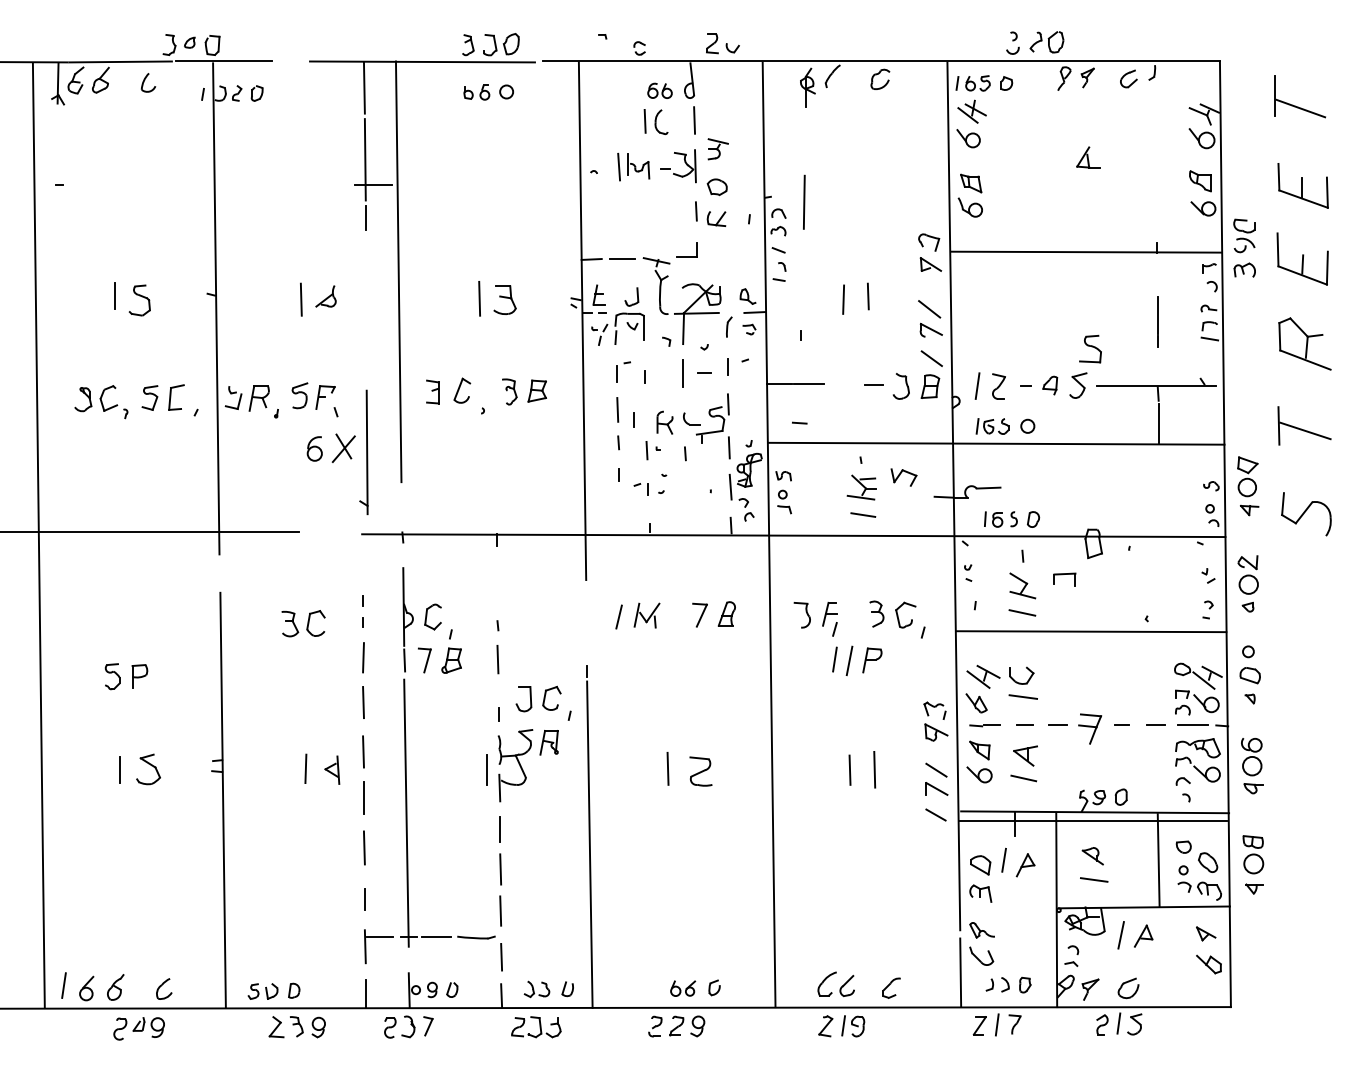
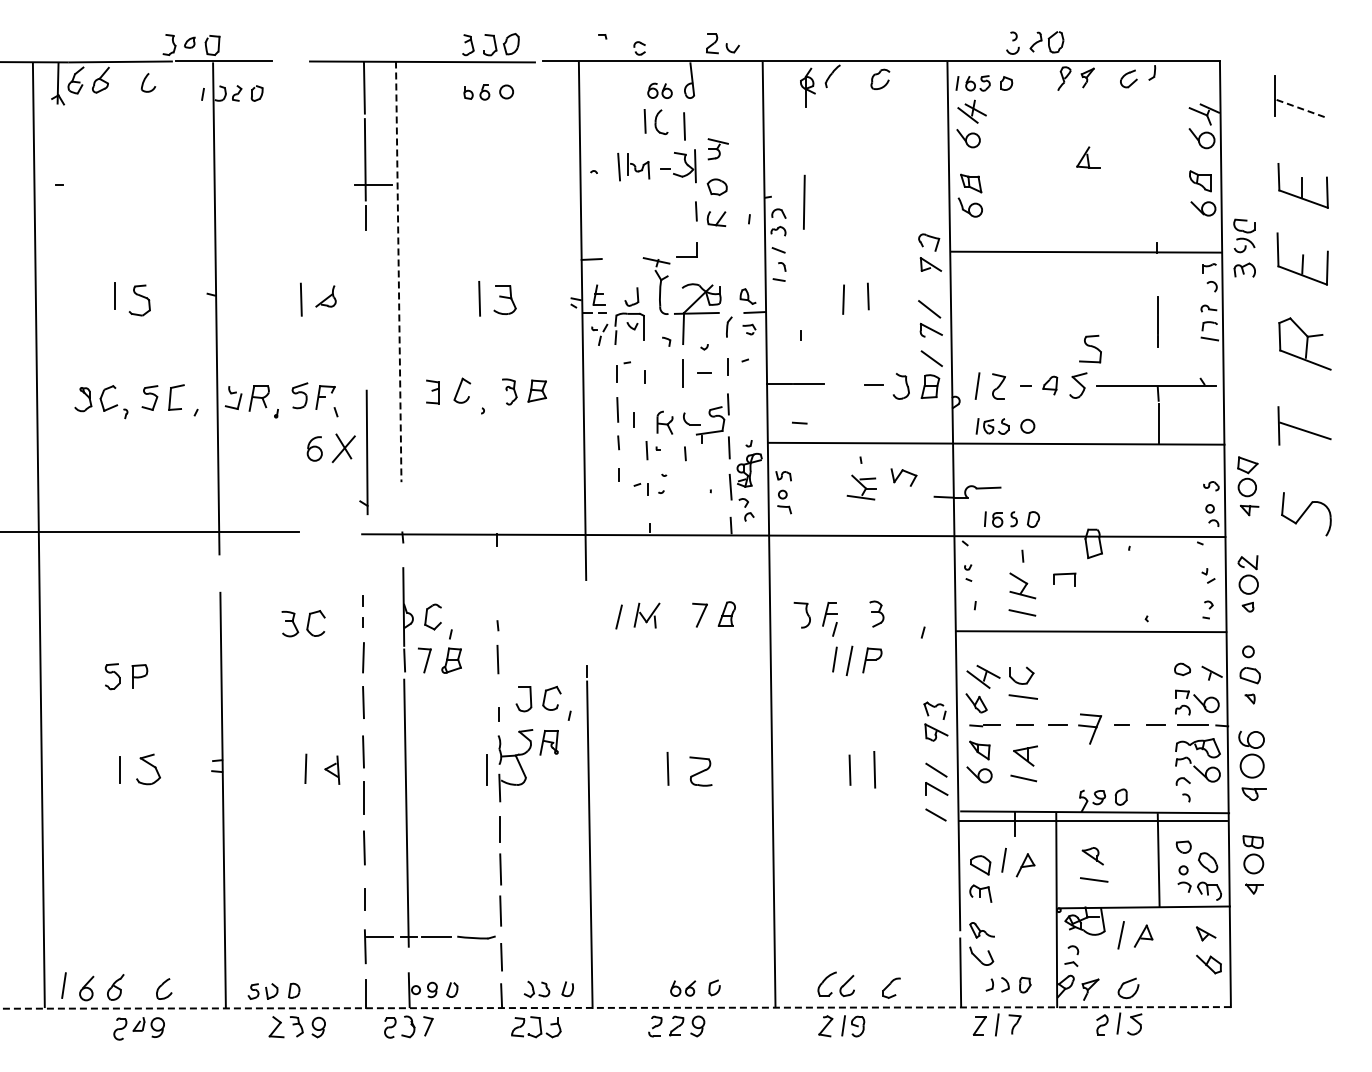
line at (1300, 108): solid -> dashed
line at (694, 120) position: (694, 120) -> (684, 126)
line at (621, 259): present -> none
line at (398, 272): solid -> dashed
line at (863, 514): present -> none
part at (898, 614): present -> none
line at (1203, 680): present -> none
part at (1252, 766) size: 23x57 px -> 29x71 px
line at (615, 1007): solid -> dashed
